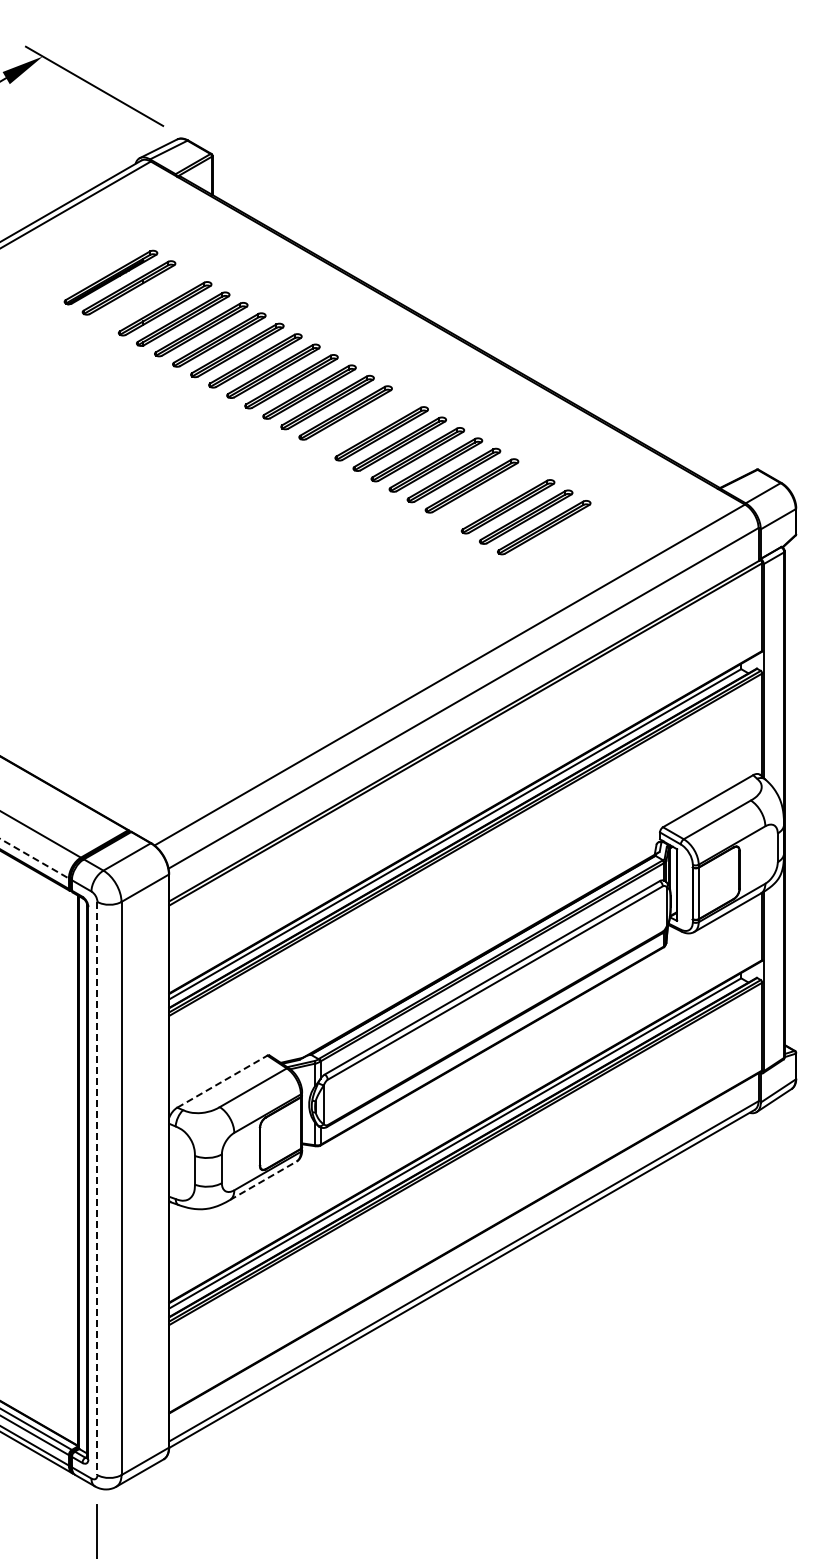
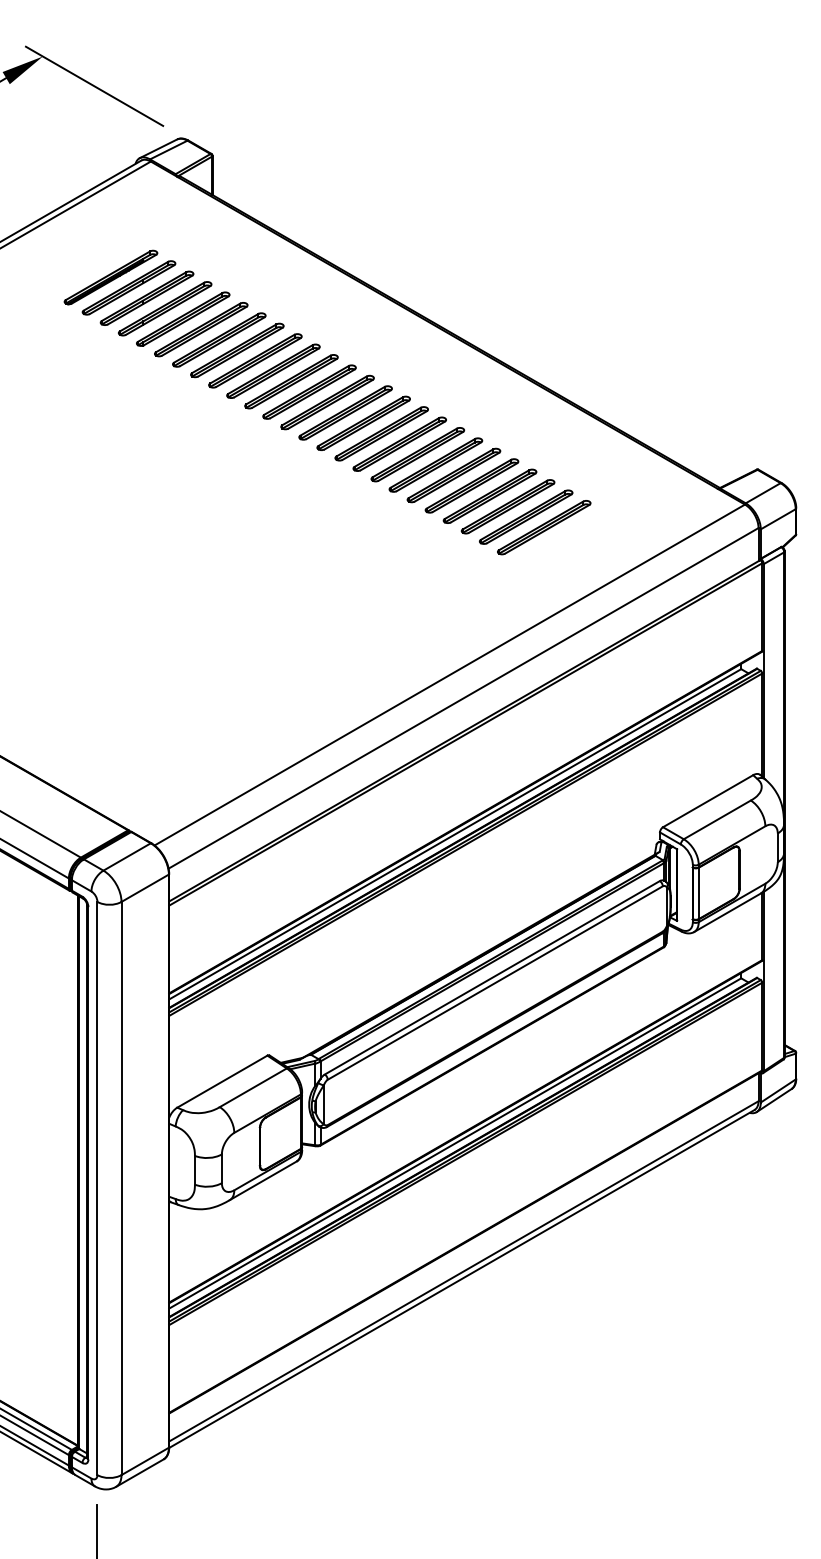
part at (146, 297): none -> present
part at (363, 422): none -> present
part at (489, 495): none -> present
line at (35, 858): dashed -> solid
line at (222, 1081): dashed -> solid
line at (263, 1180): dashed -> solid
line at (97, 1188): dashed -> solid
